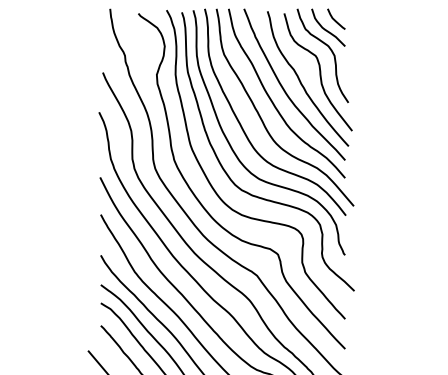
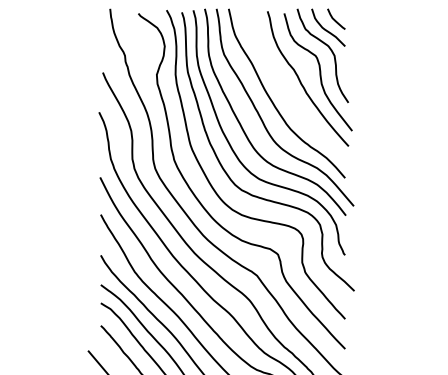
curve at (284, 88): present -> none
